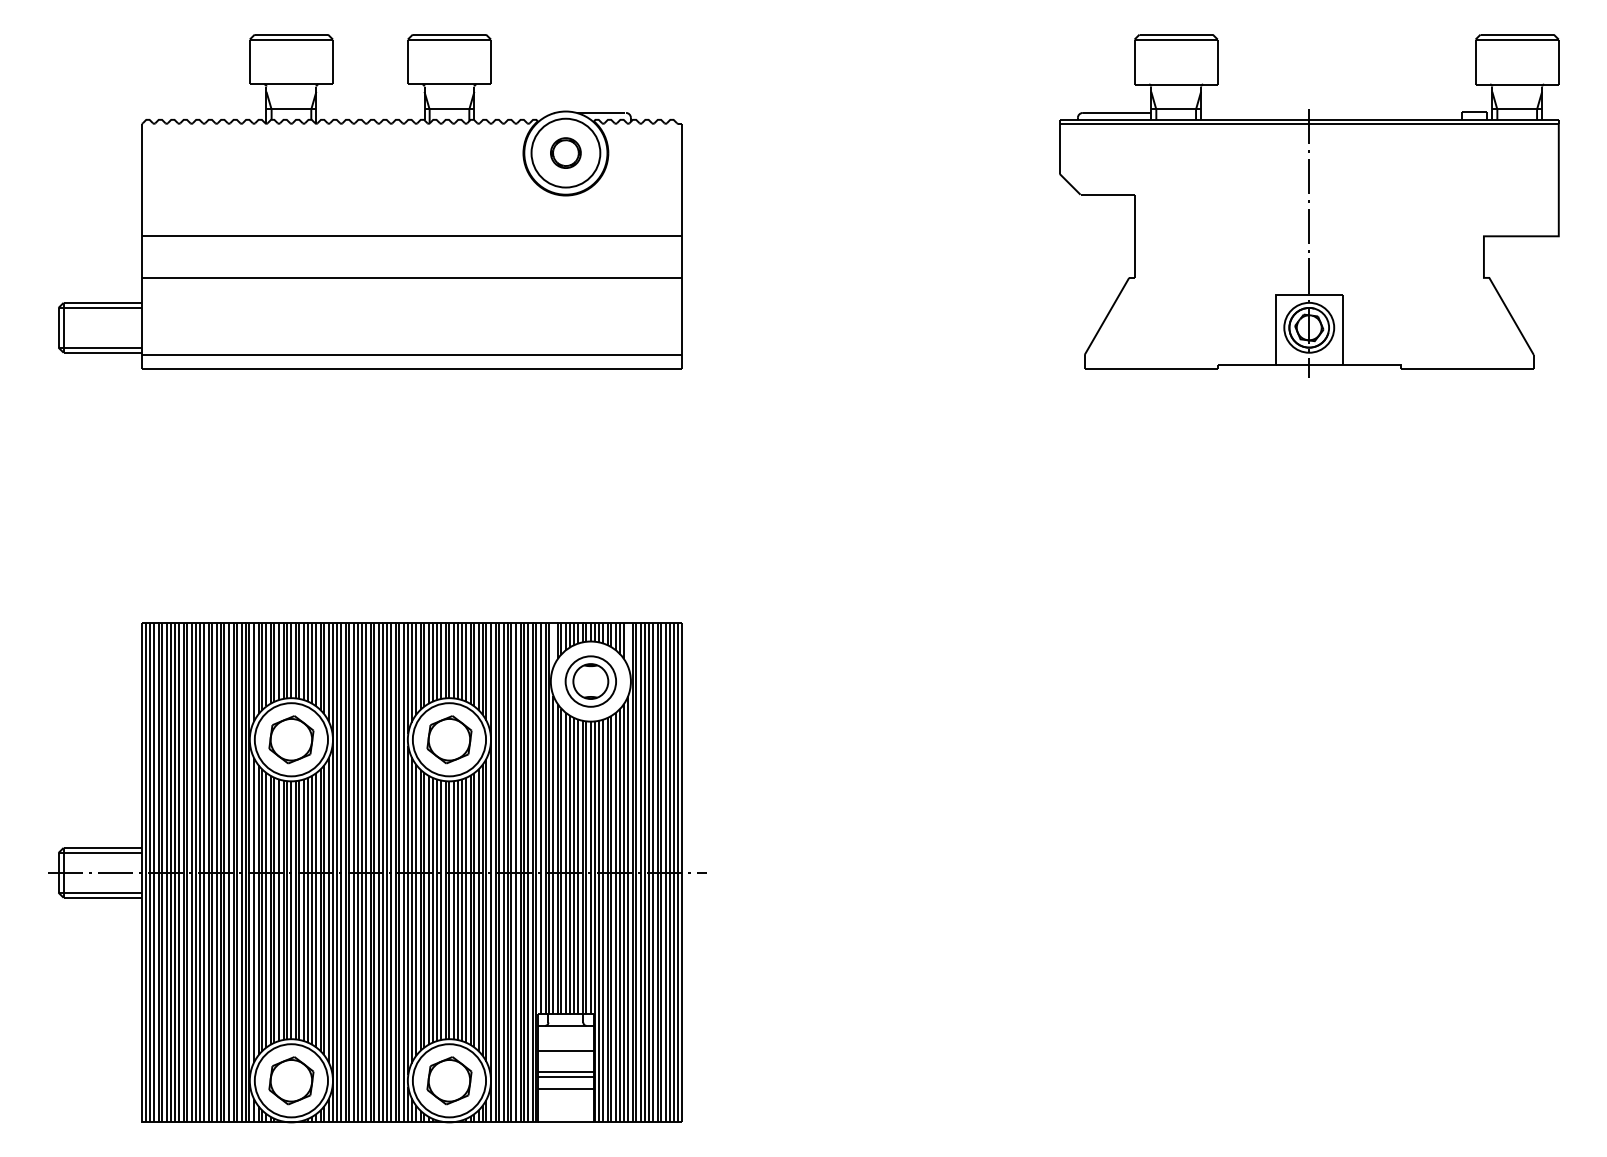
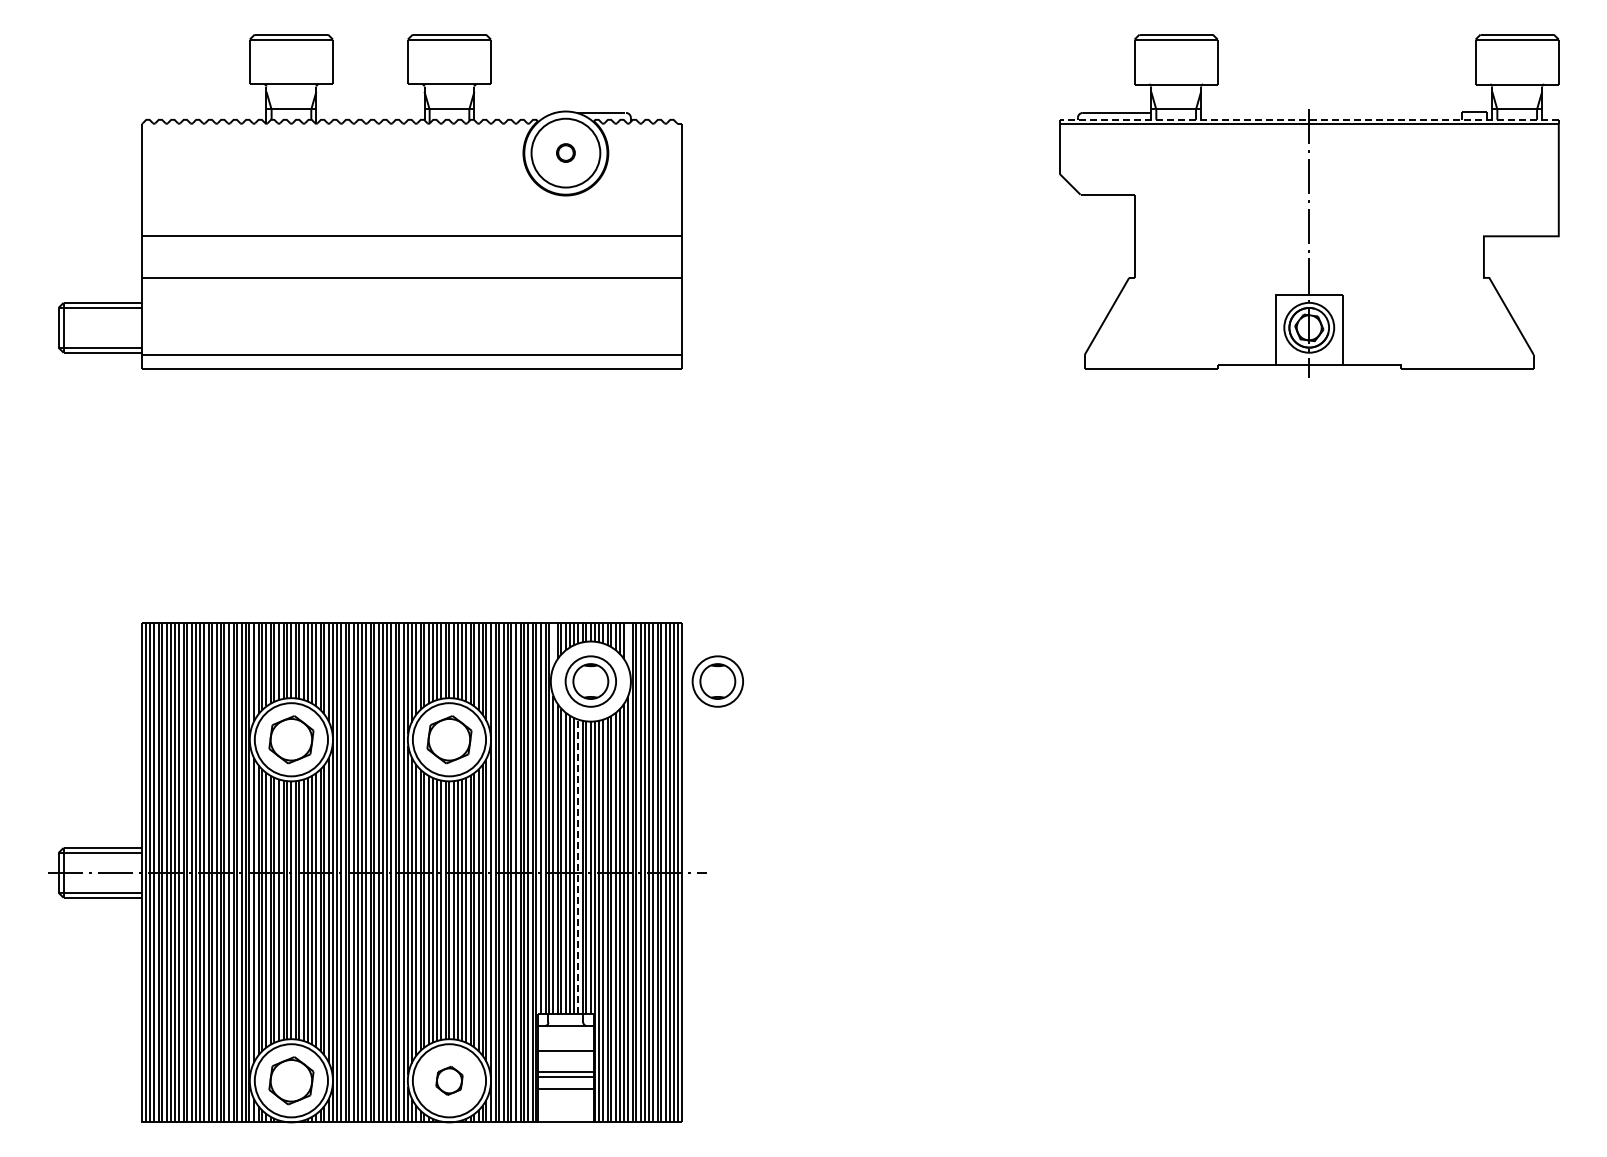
line at (1309, 119): solid -> dashed
part at (565, 152) size: 32x32 px -> 20x20 px
part at (717, 681): none -> present
line at (578, 866): solid -> dashed
part at (449, 1080) size: 47x50 px -> 29x30 px
